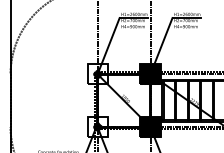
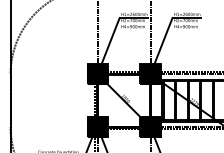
hatch at (97, 74): none -> present
hatch at (97, 127): none -> present
